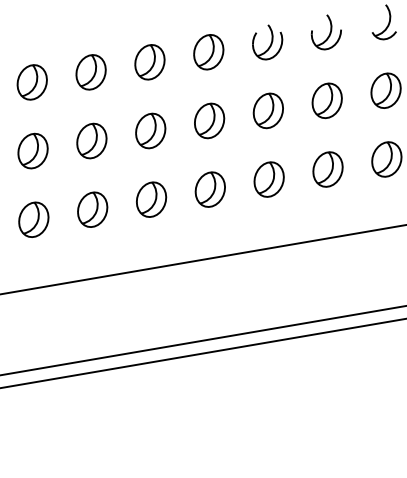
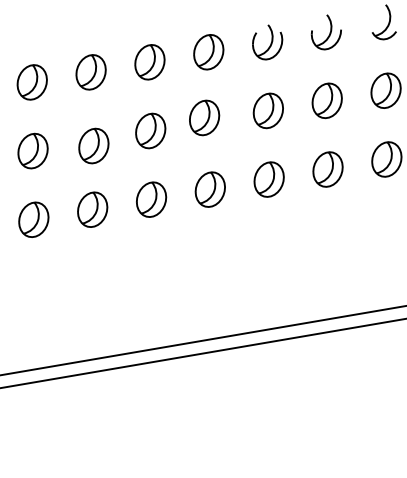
part at (209, 120) position: (209, 120) -> (204, 117)
part at (91, 140) position: (91, 140) -> (93, 145)
line at (202, 259): present -> none
